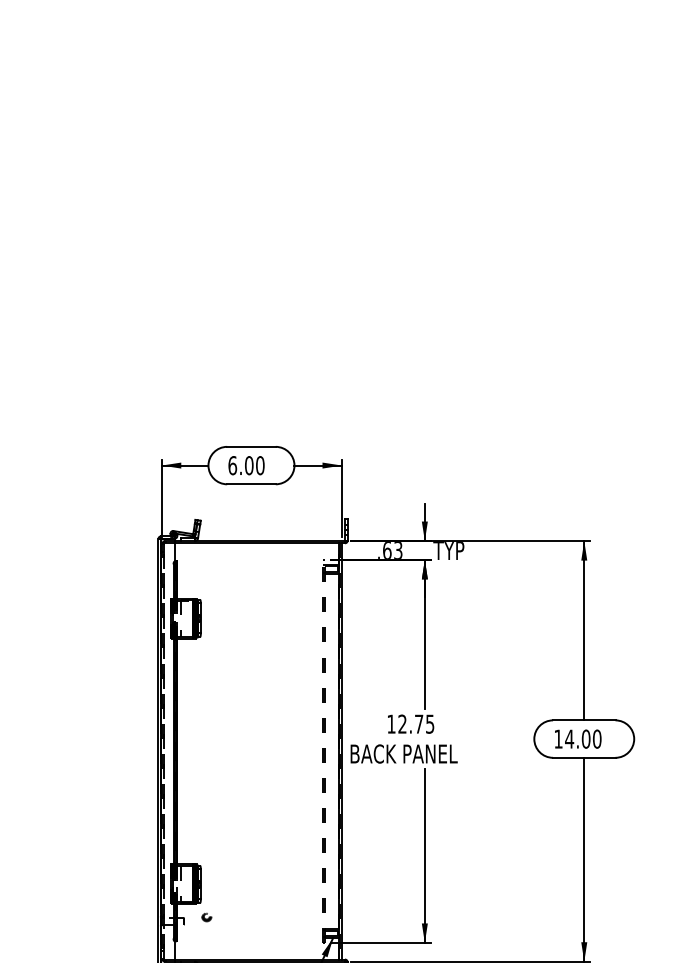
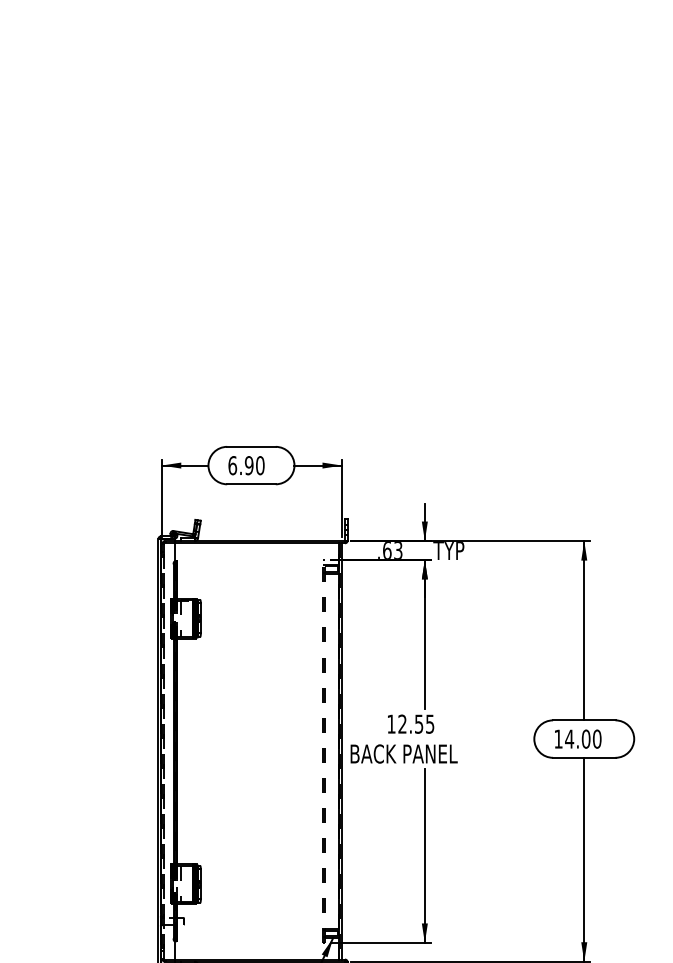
text at (248, 465): 6.00 -> 6.90
text at (419, 723): 12.75 -> 12.55
part at (206, 917): present -> none
